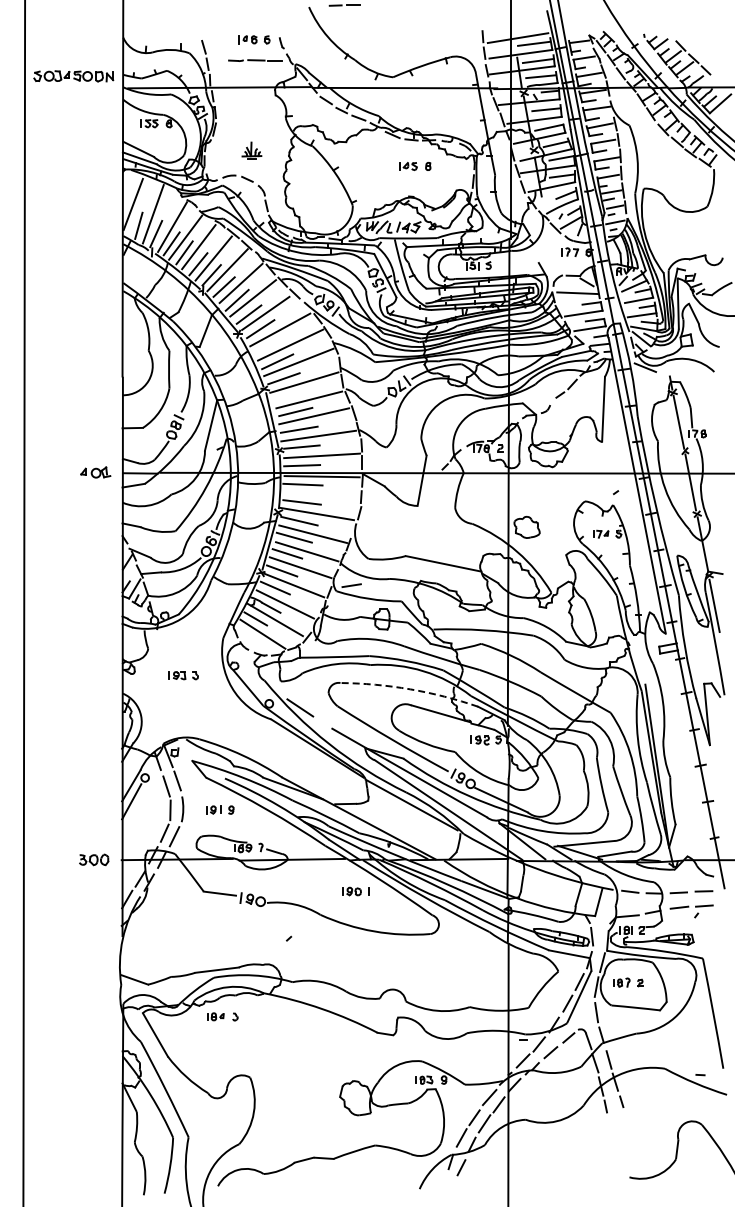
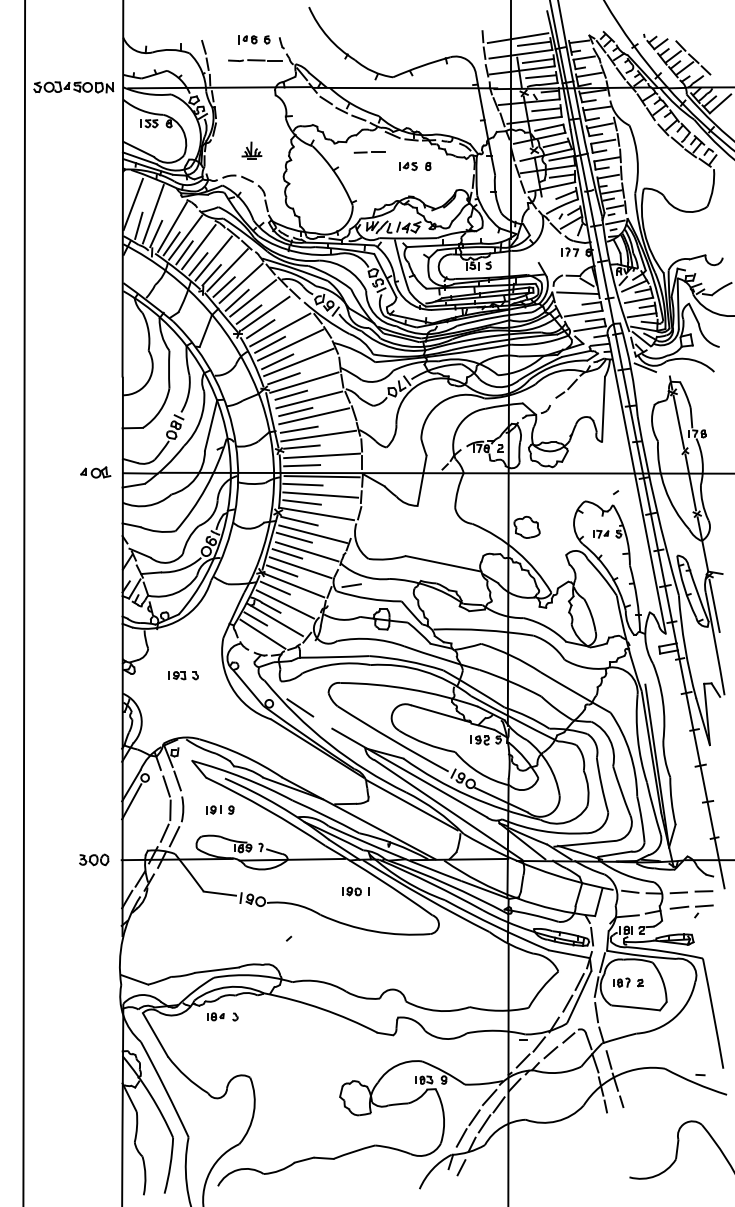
line at (342, 5) position: (342, 5) -> (367, 152)
part at (73, 76) position: (73, 76) -> (73, 87)
line at (269, 344): none -> present
line at (291, 394): none -> present
line at (320, 494): none -> present
arc at (410, 689): dashed -> solid
